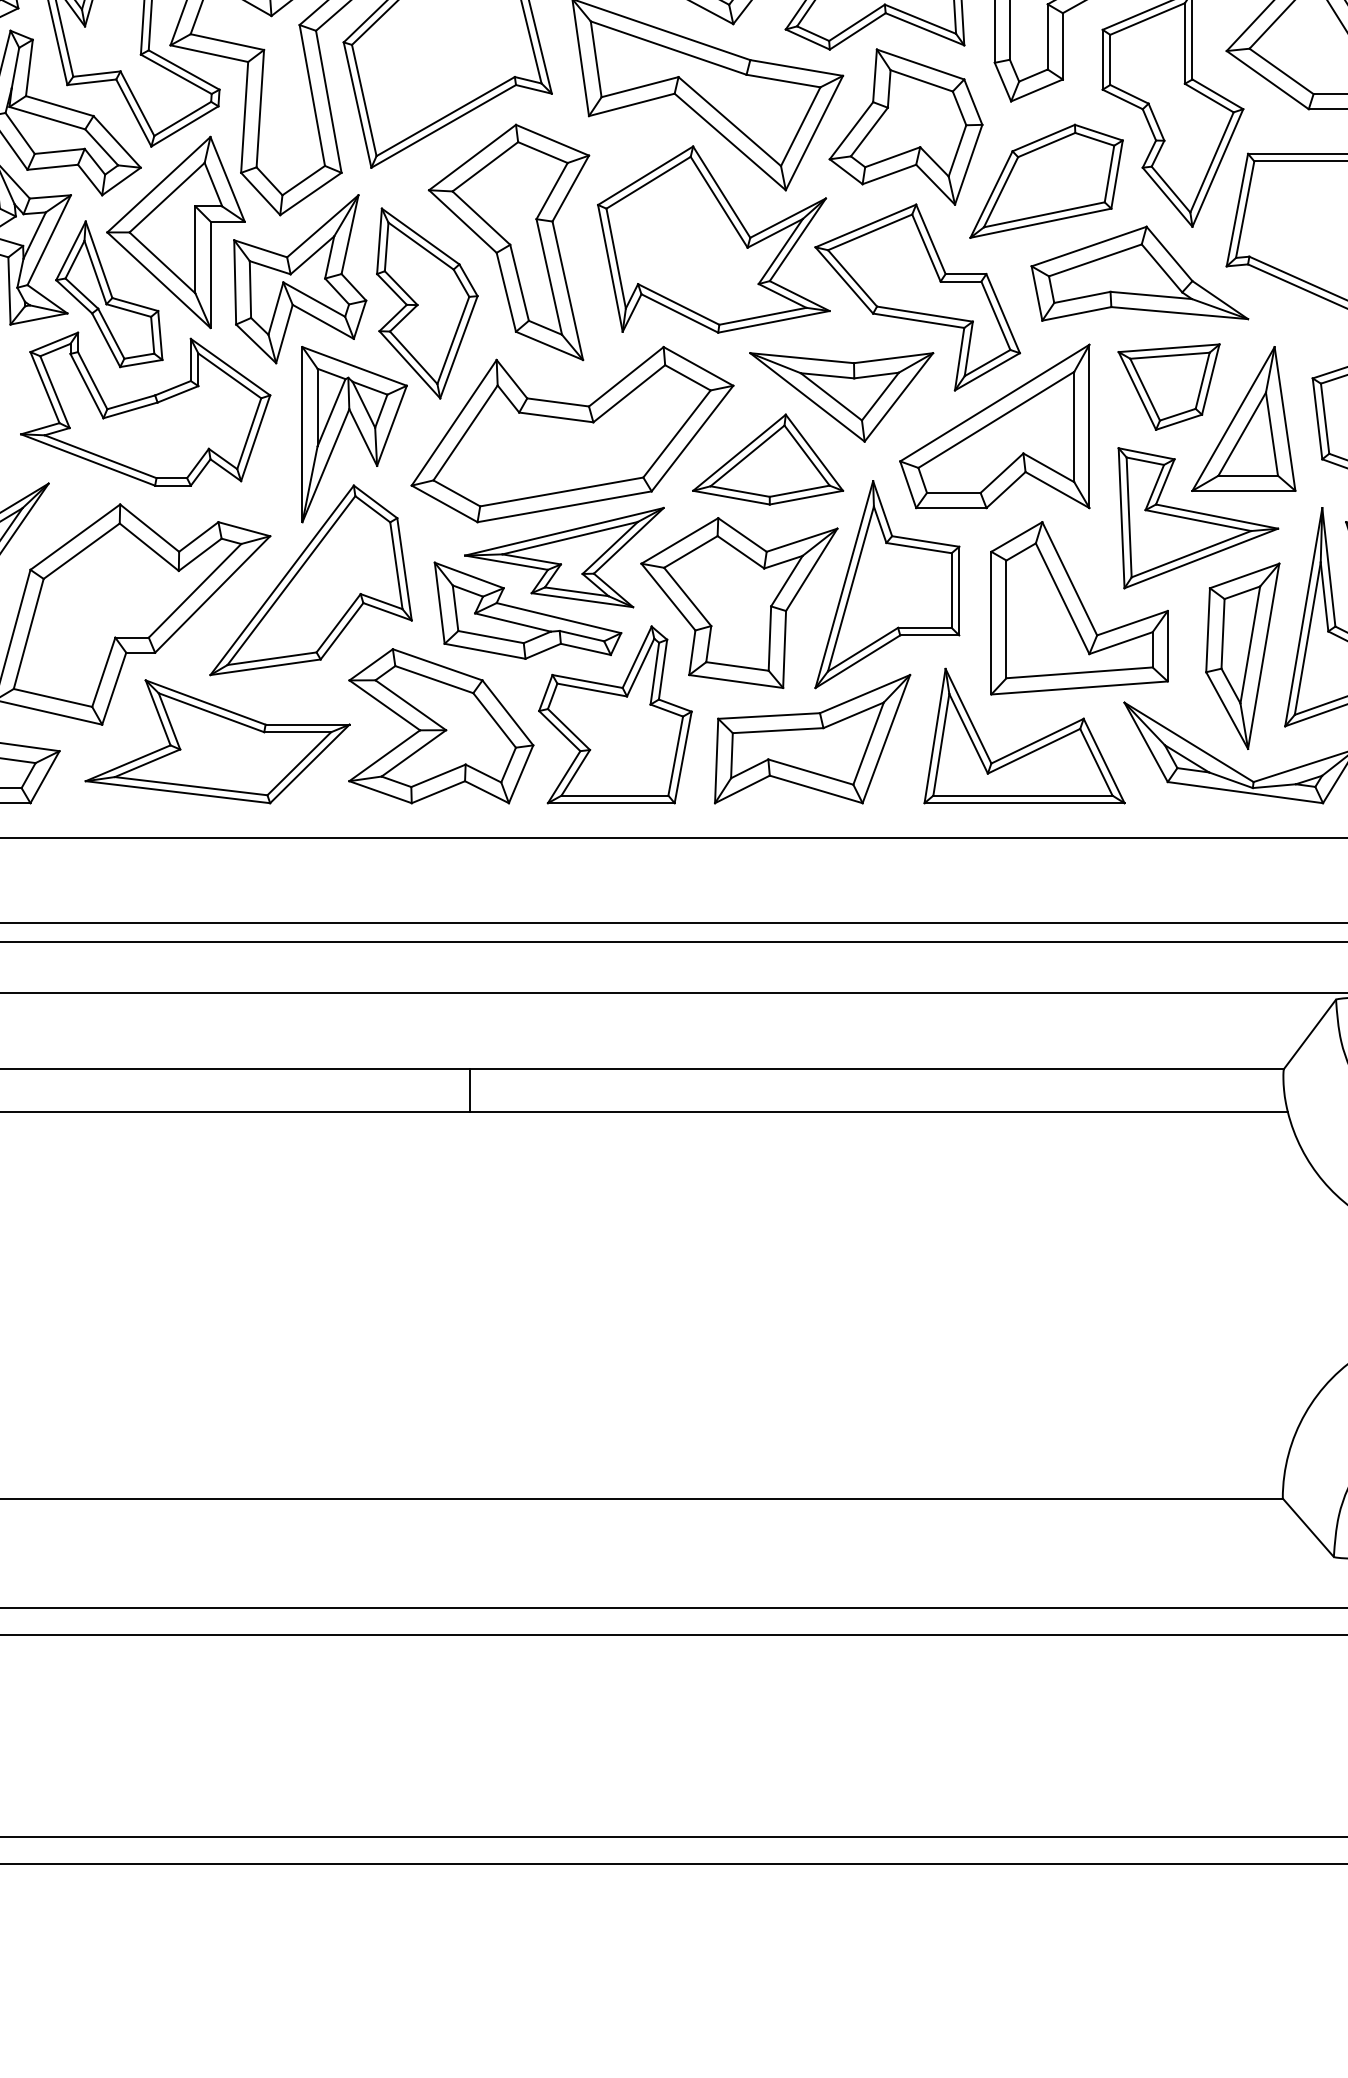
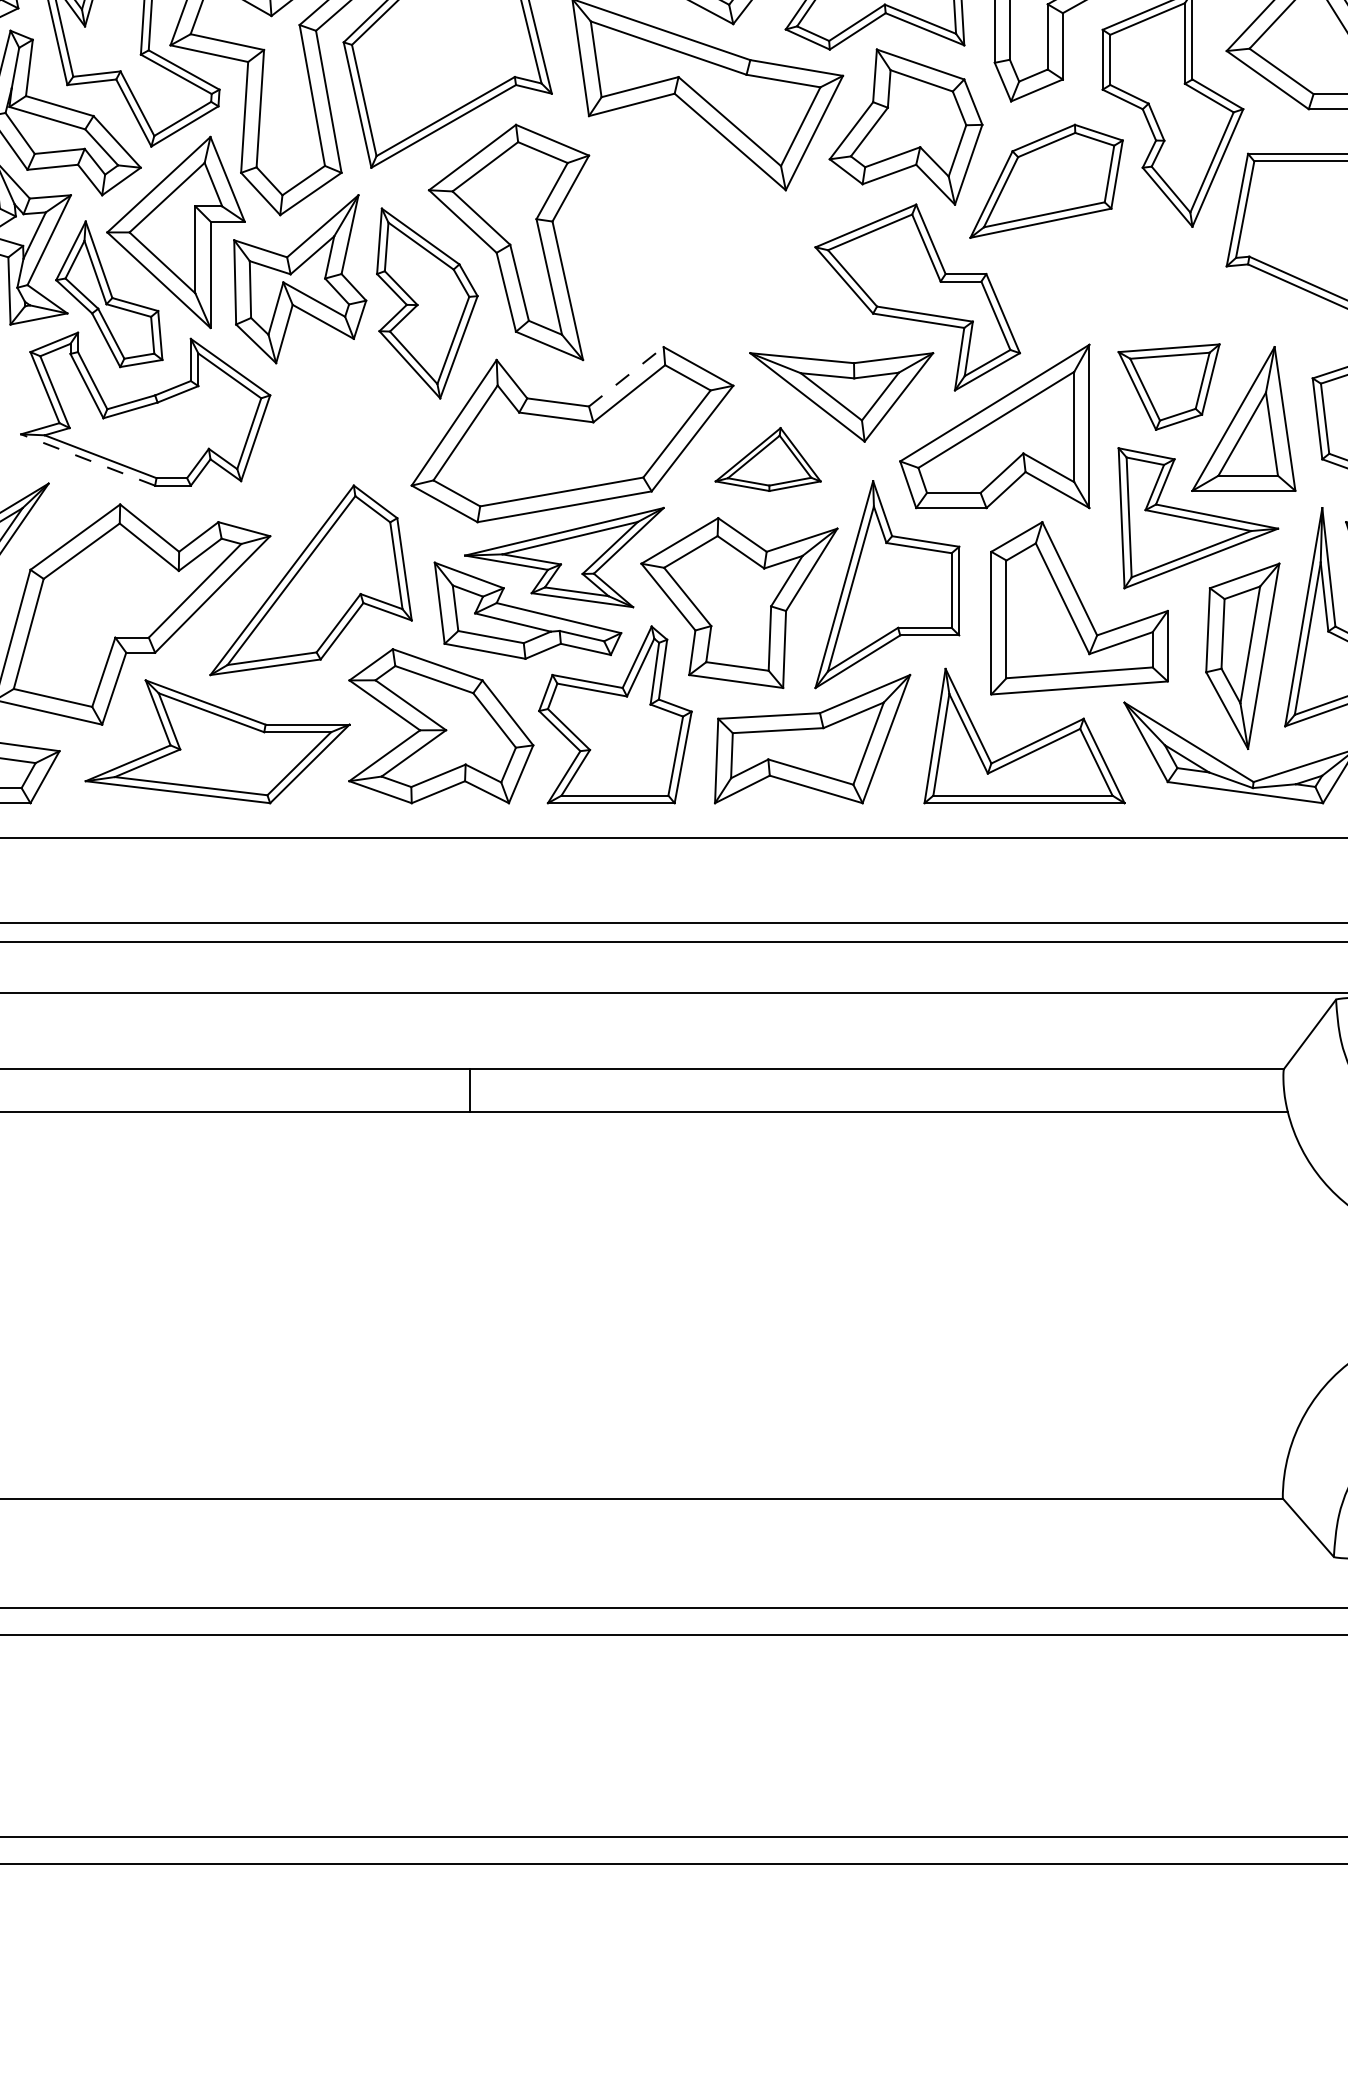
part at (713, 239): present -> none
part at (1139, 273): present -> none
line at (626, 376): solid -> dashed
part at (354, 434): present -> none
part at (768, 459) size: 153x93 px -> 108x65 px
line at (88, 460): solid -> dashed
